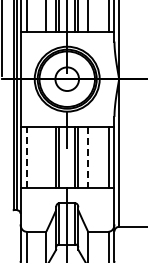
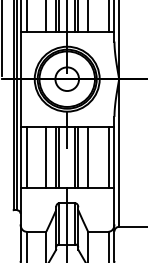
line at (26, 157): dashed -> solid
line at (46, 157): none -> present
line at (88, 157): dashed -> solid
